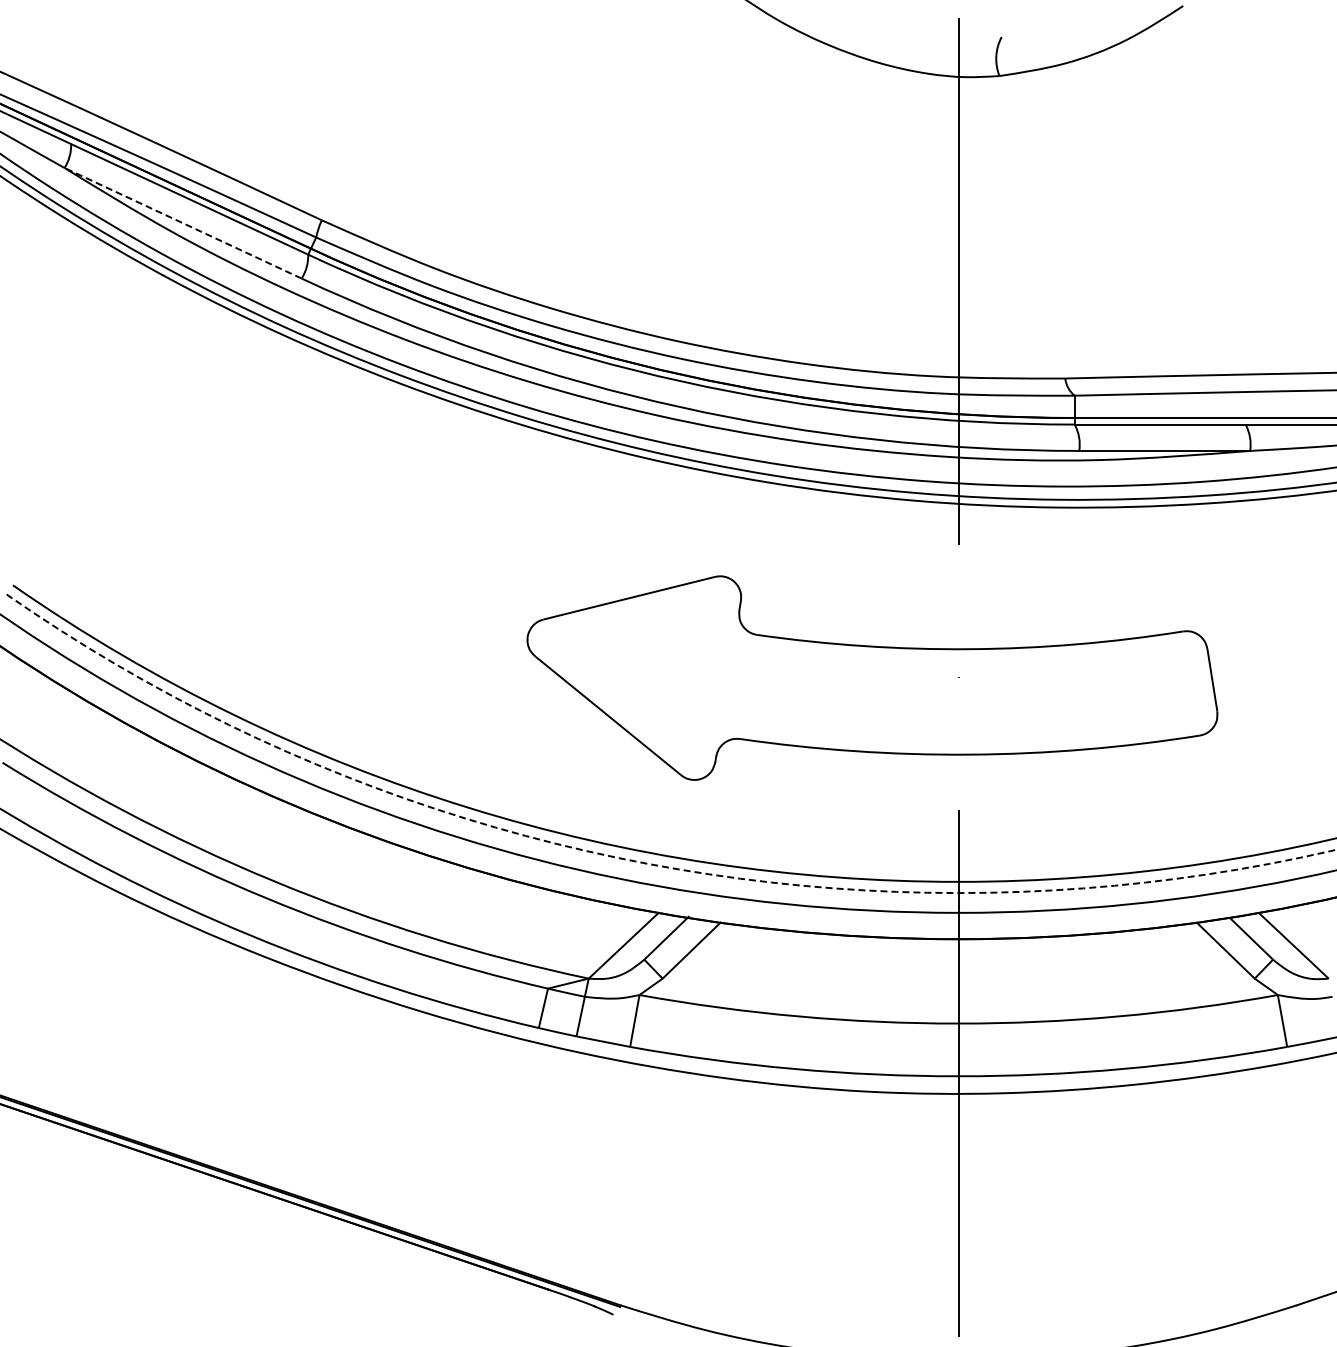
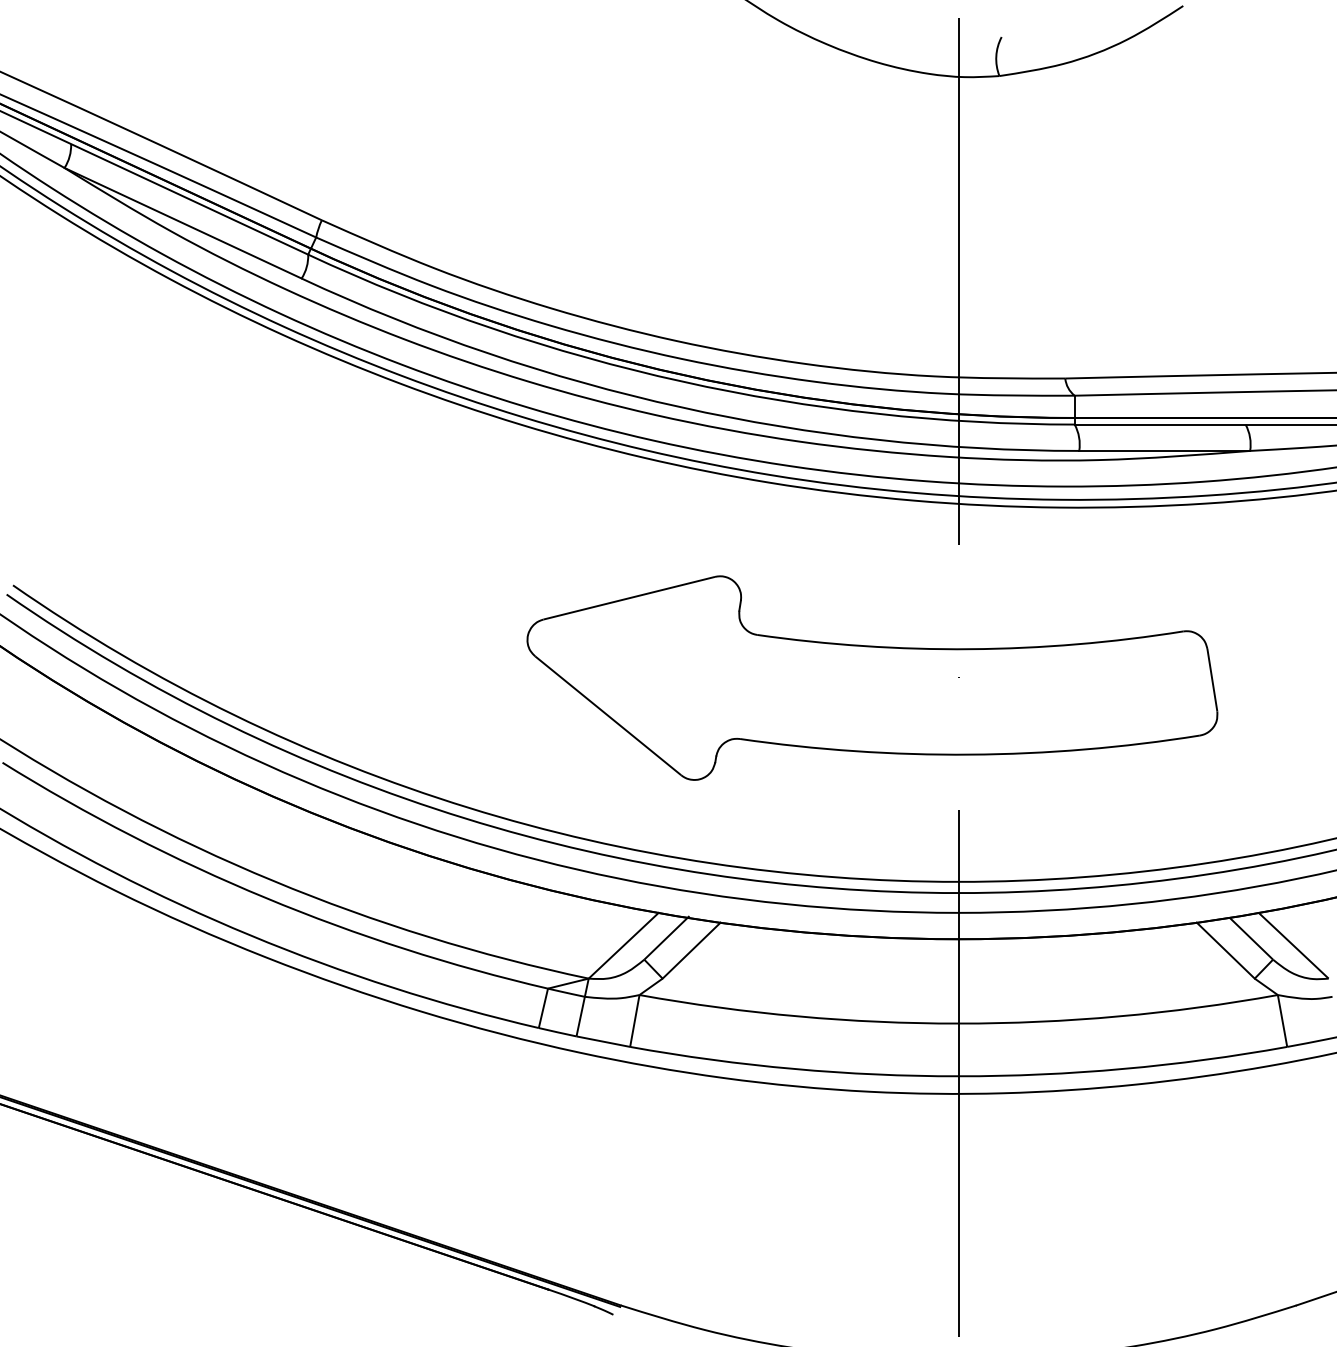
line at (183, 223): dashed -> solid
arc at (647, 863): dashed -> solid
